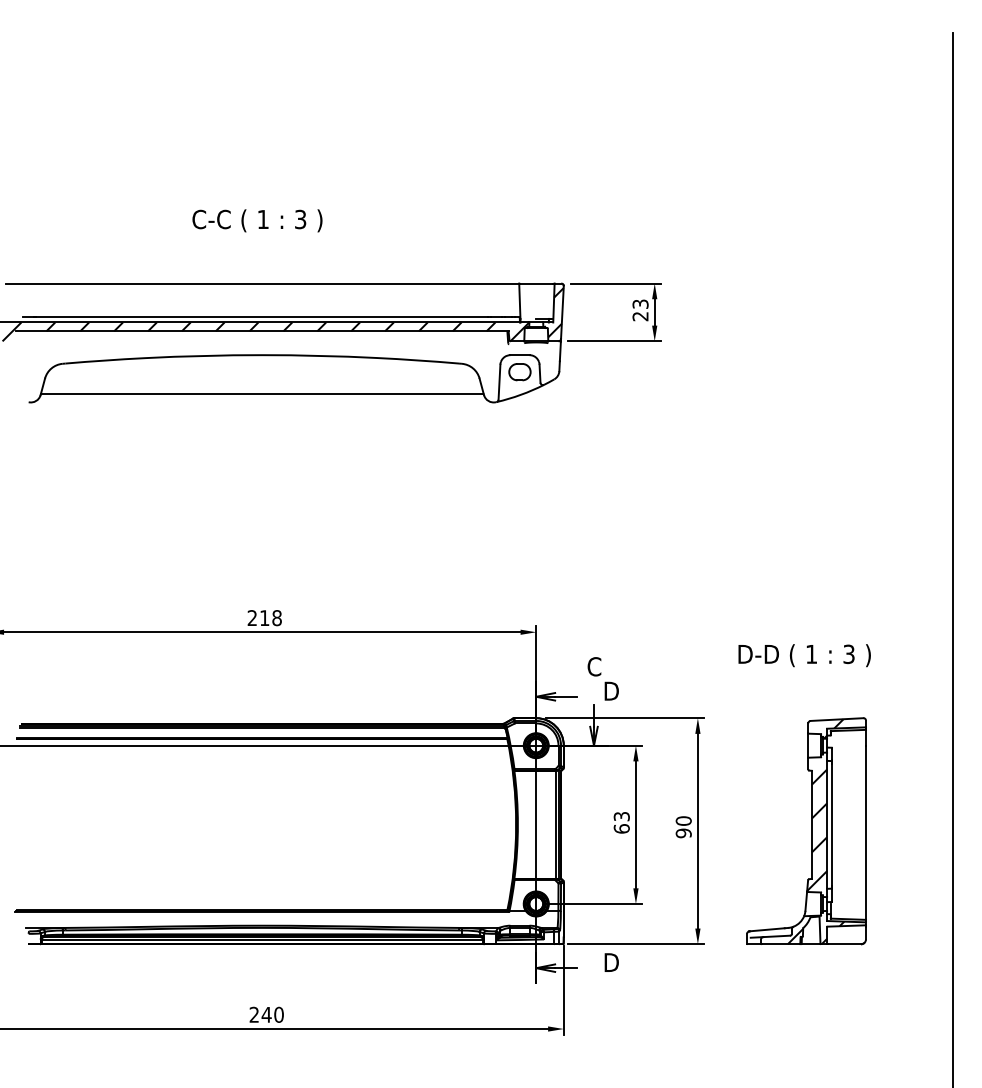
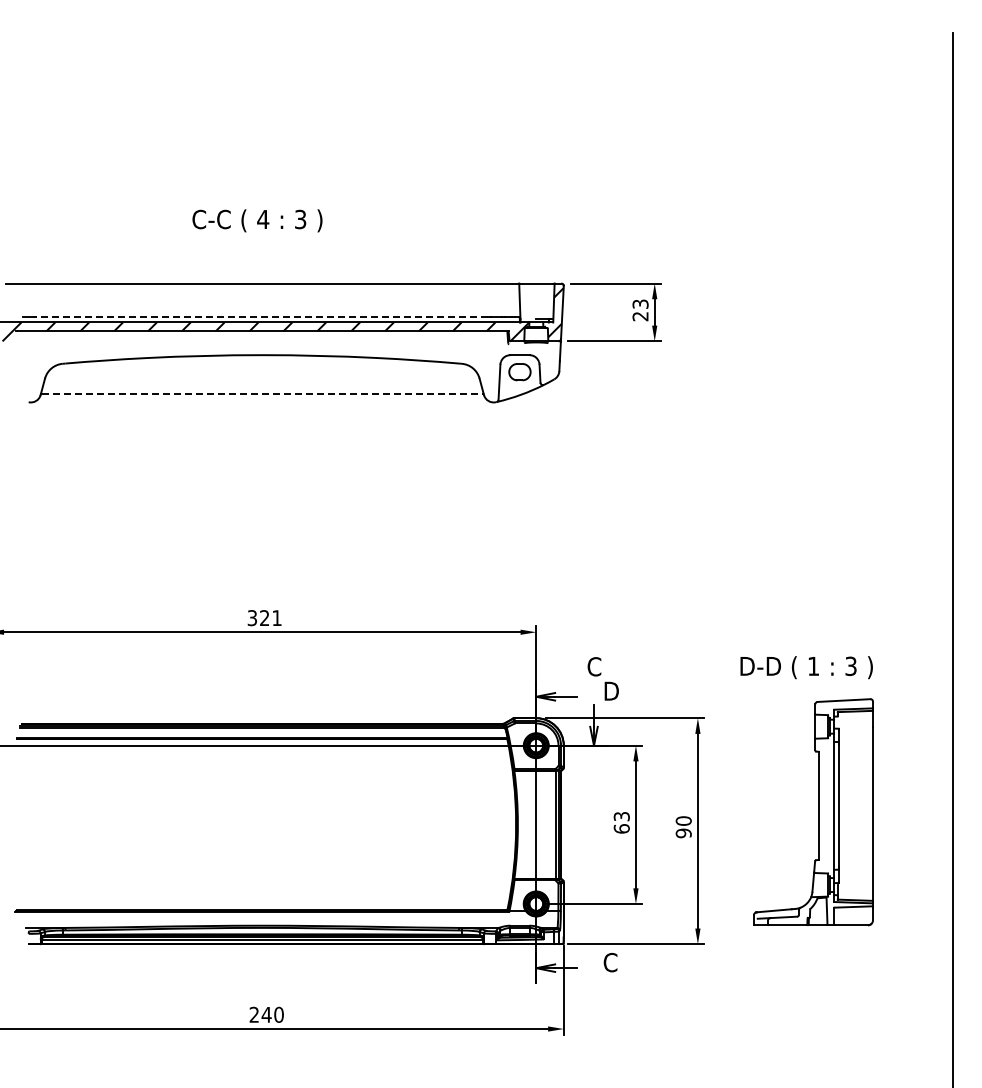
text at (263, 219): 1 -> 4
line at (261, 317): solid -> dashed
line at (262, 393): solid -> dashed
text at (264, 618): 218 -> 321
text at (804, 655) position: (804, 655) -> (806, 667)
part at (806, 831) position: (806, 831) -> (813, 812)
text at (610, 962): D -> C
